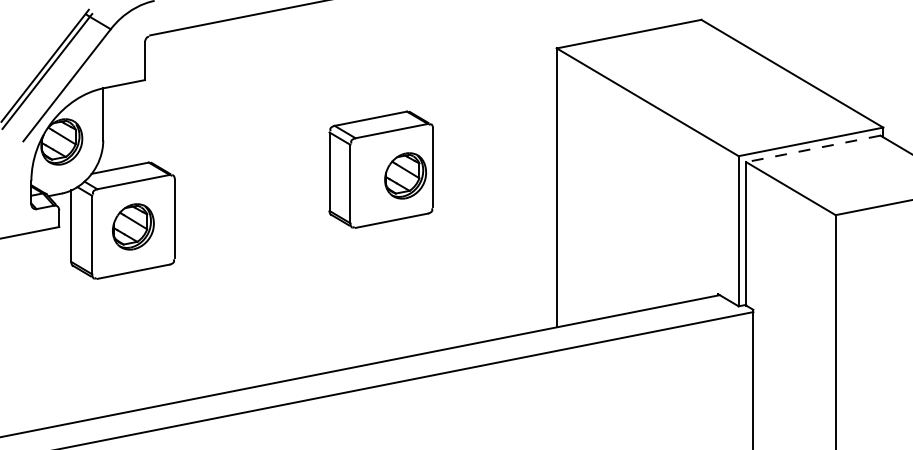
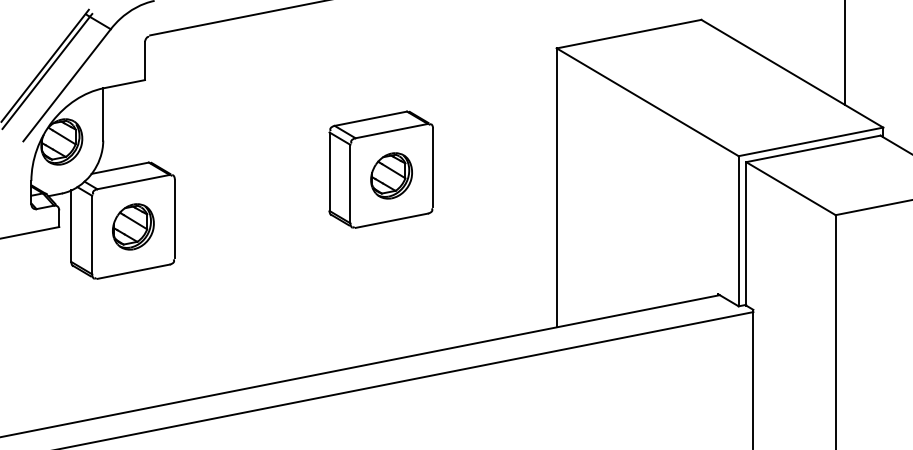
line at (844, 53): none -> present
line at (812, 149): dashed -> solid
part at (405, 175) position: (405, 175) -> (391, 175)
